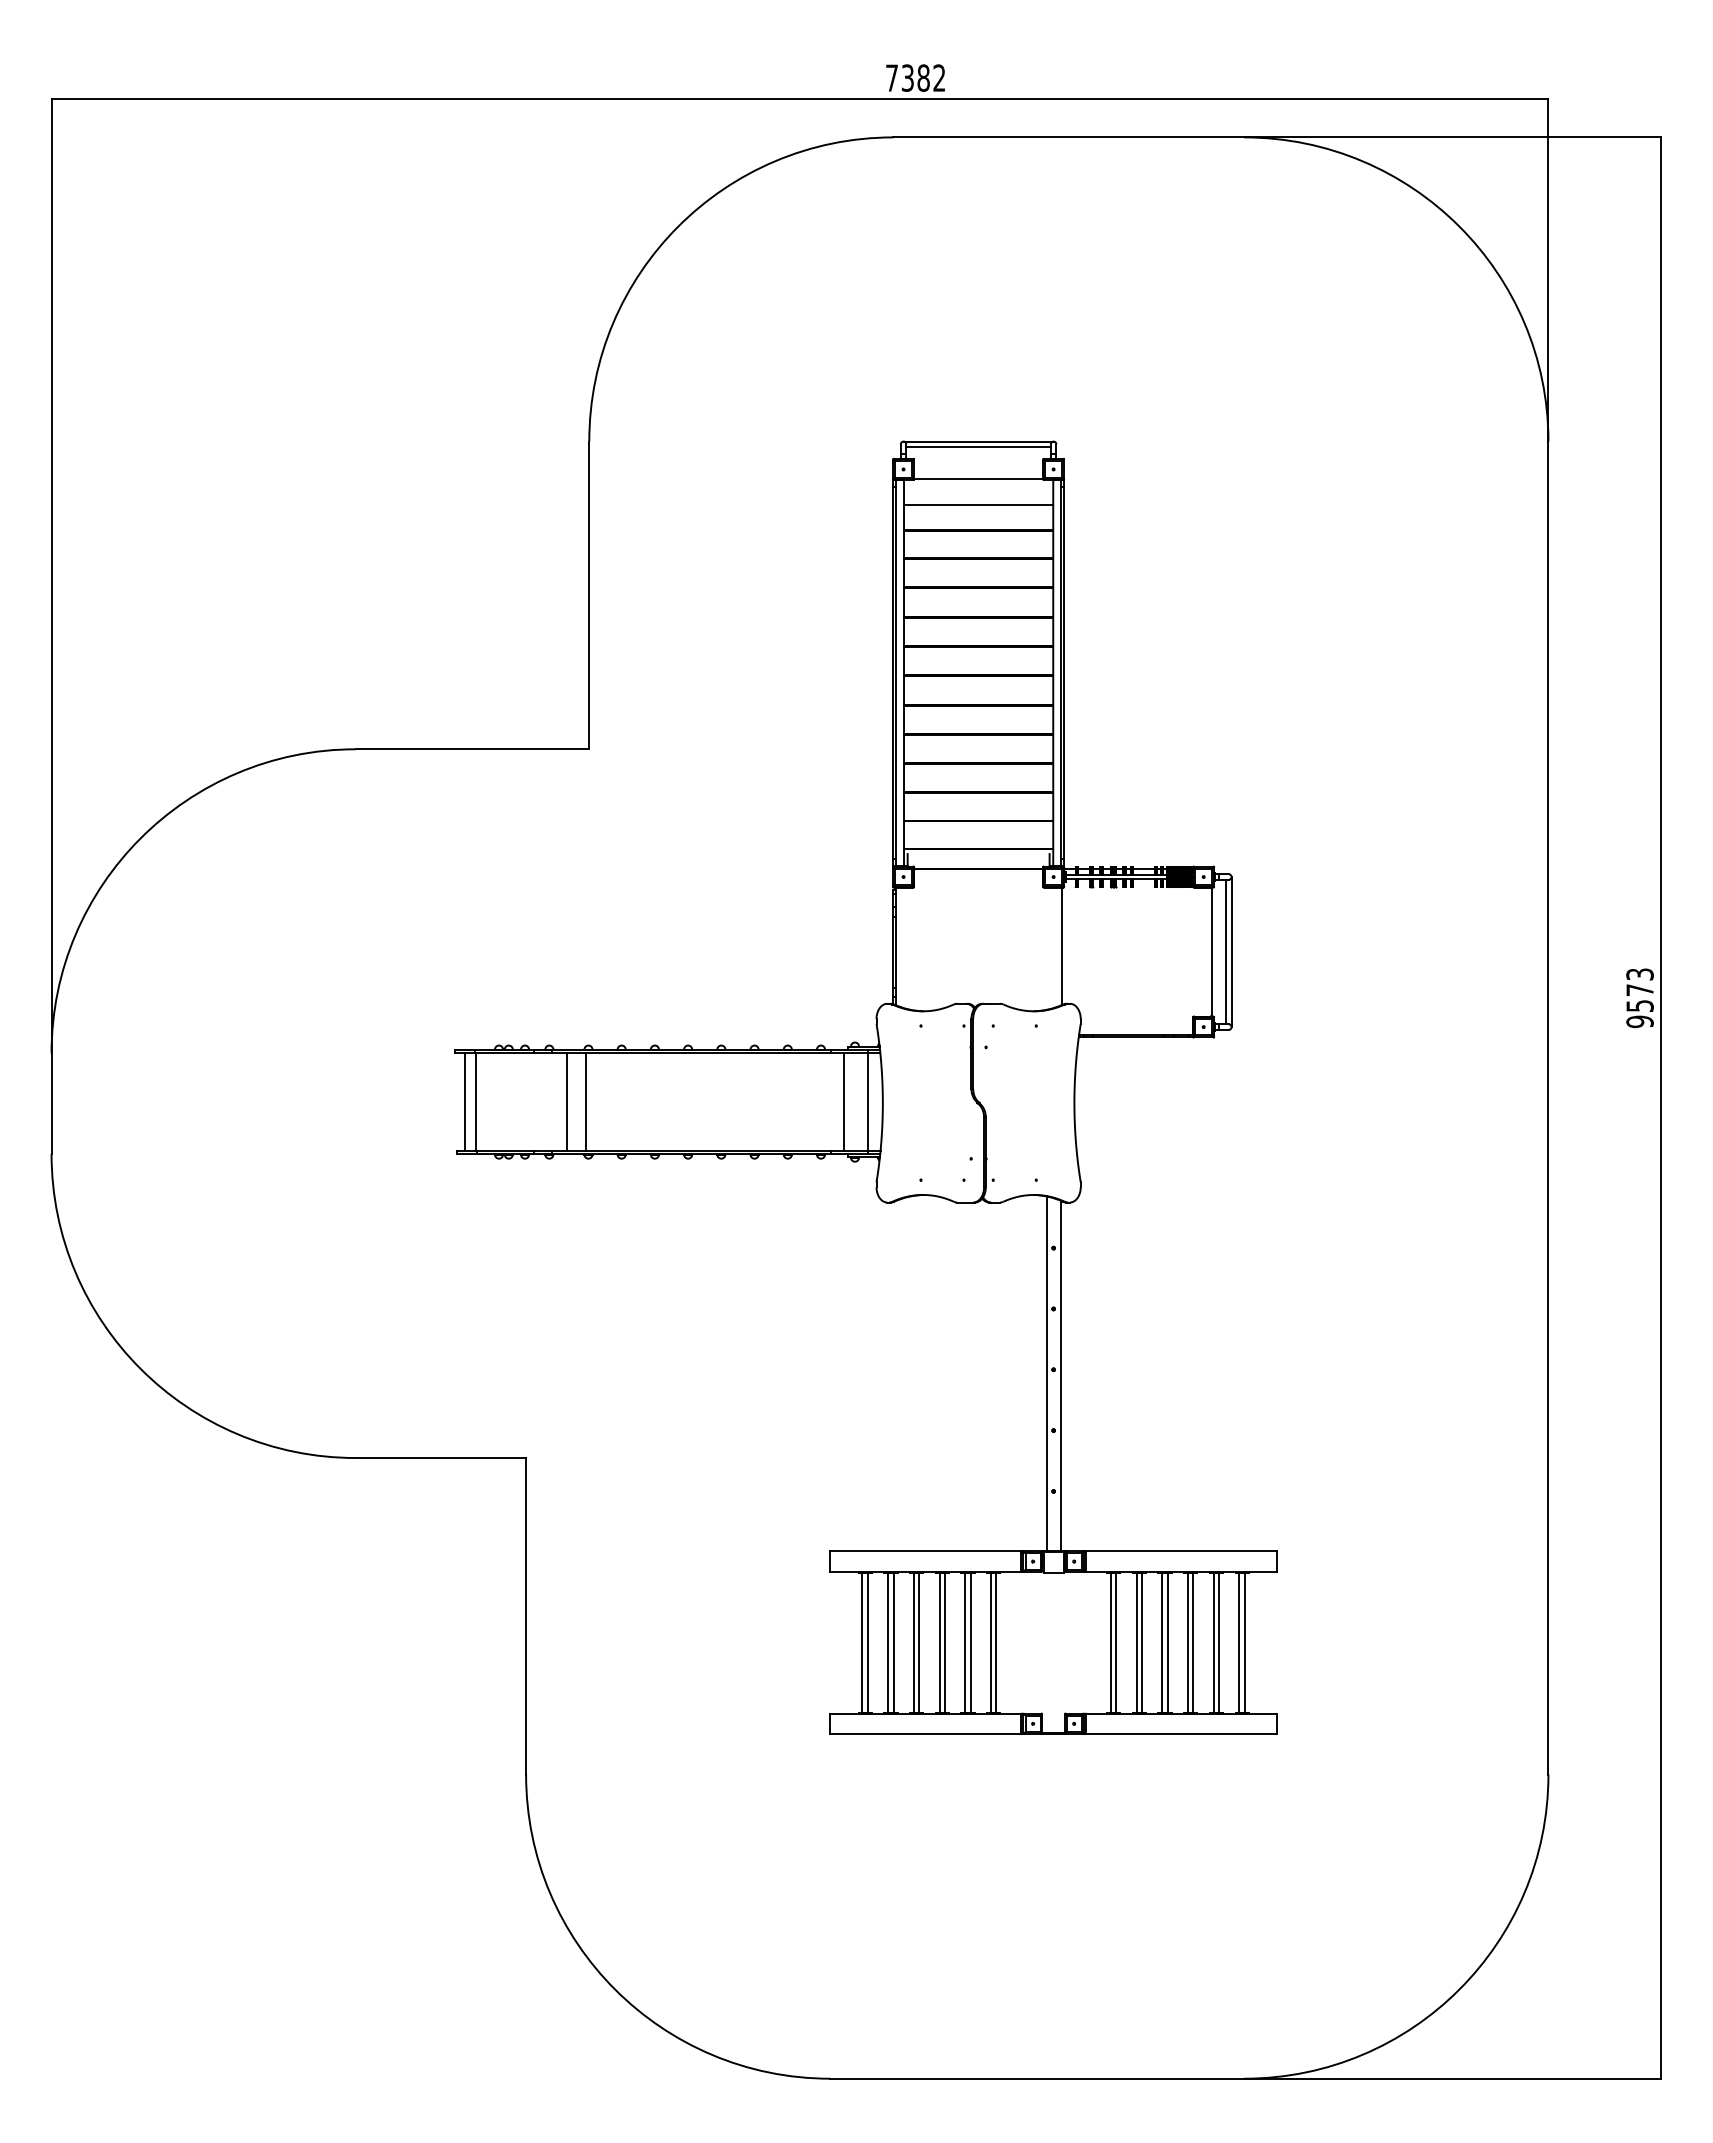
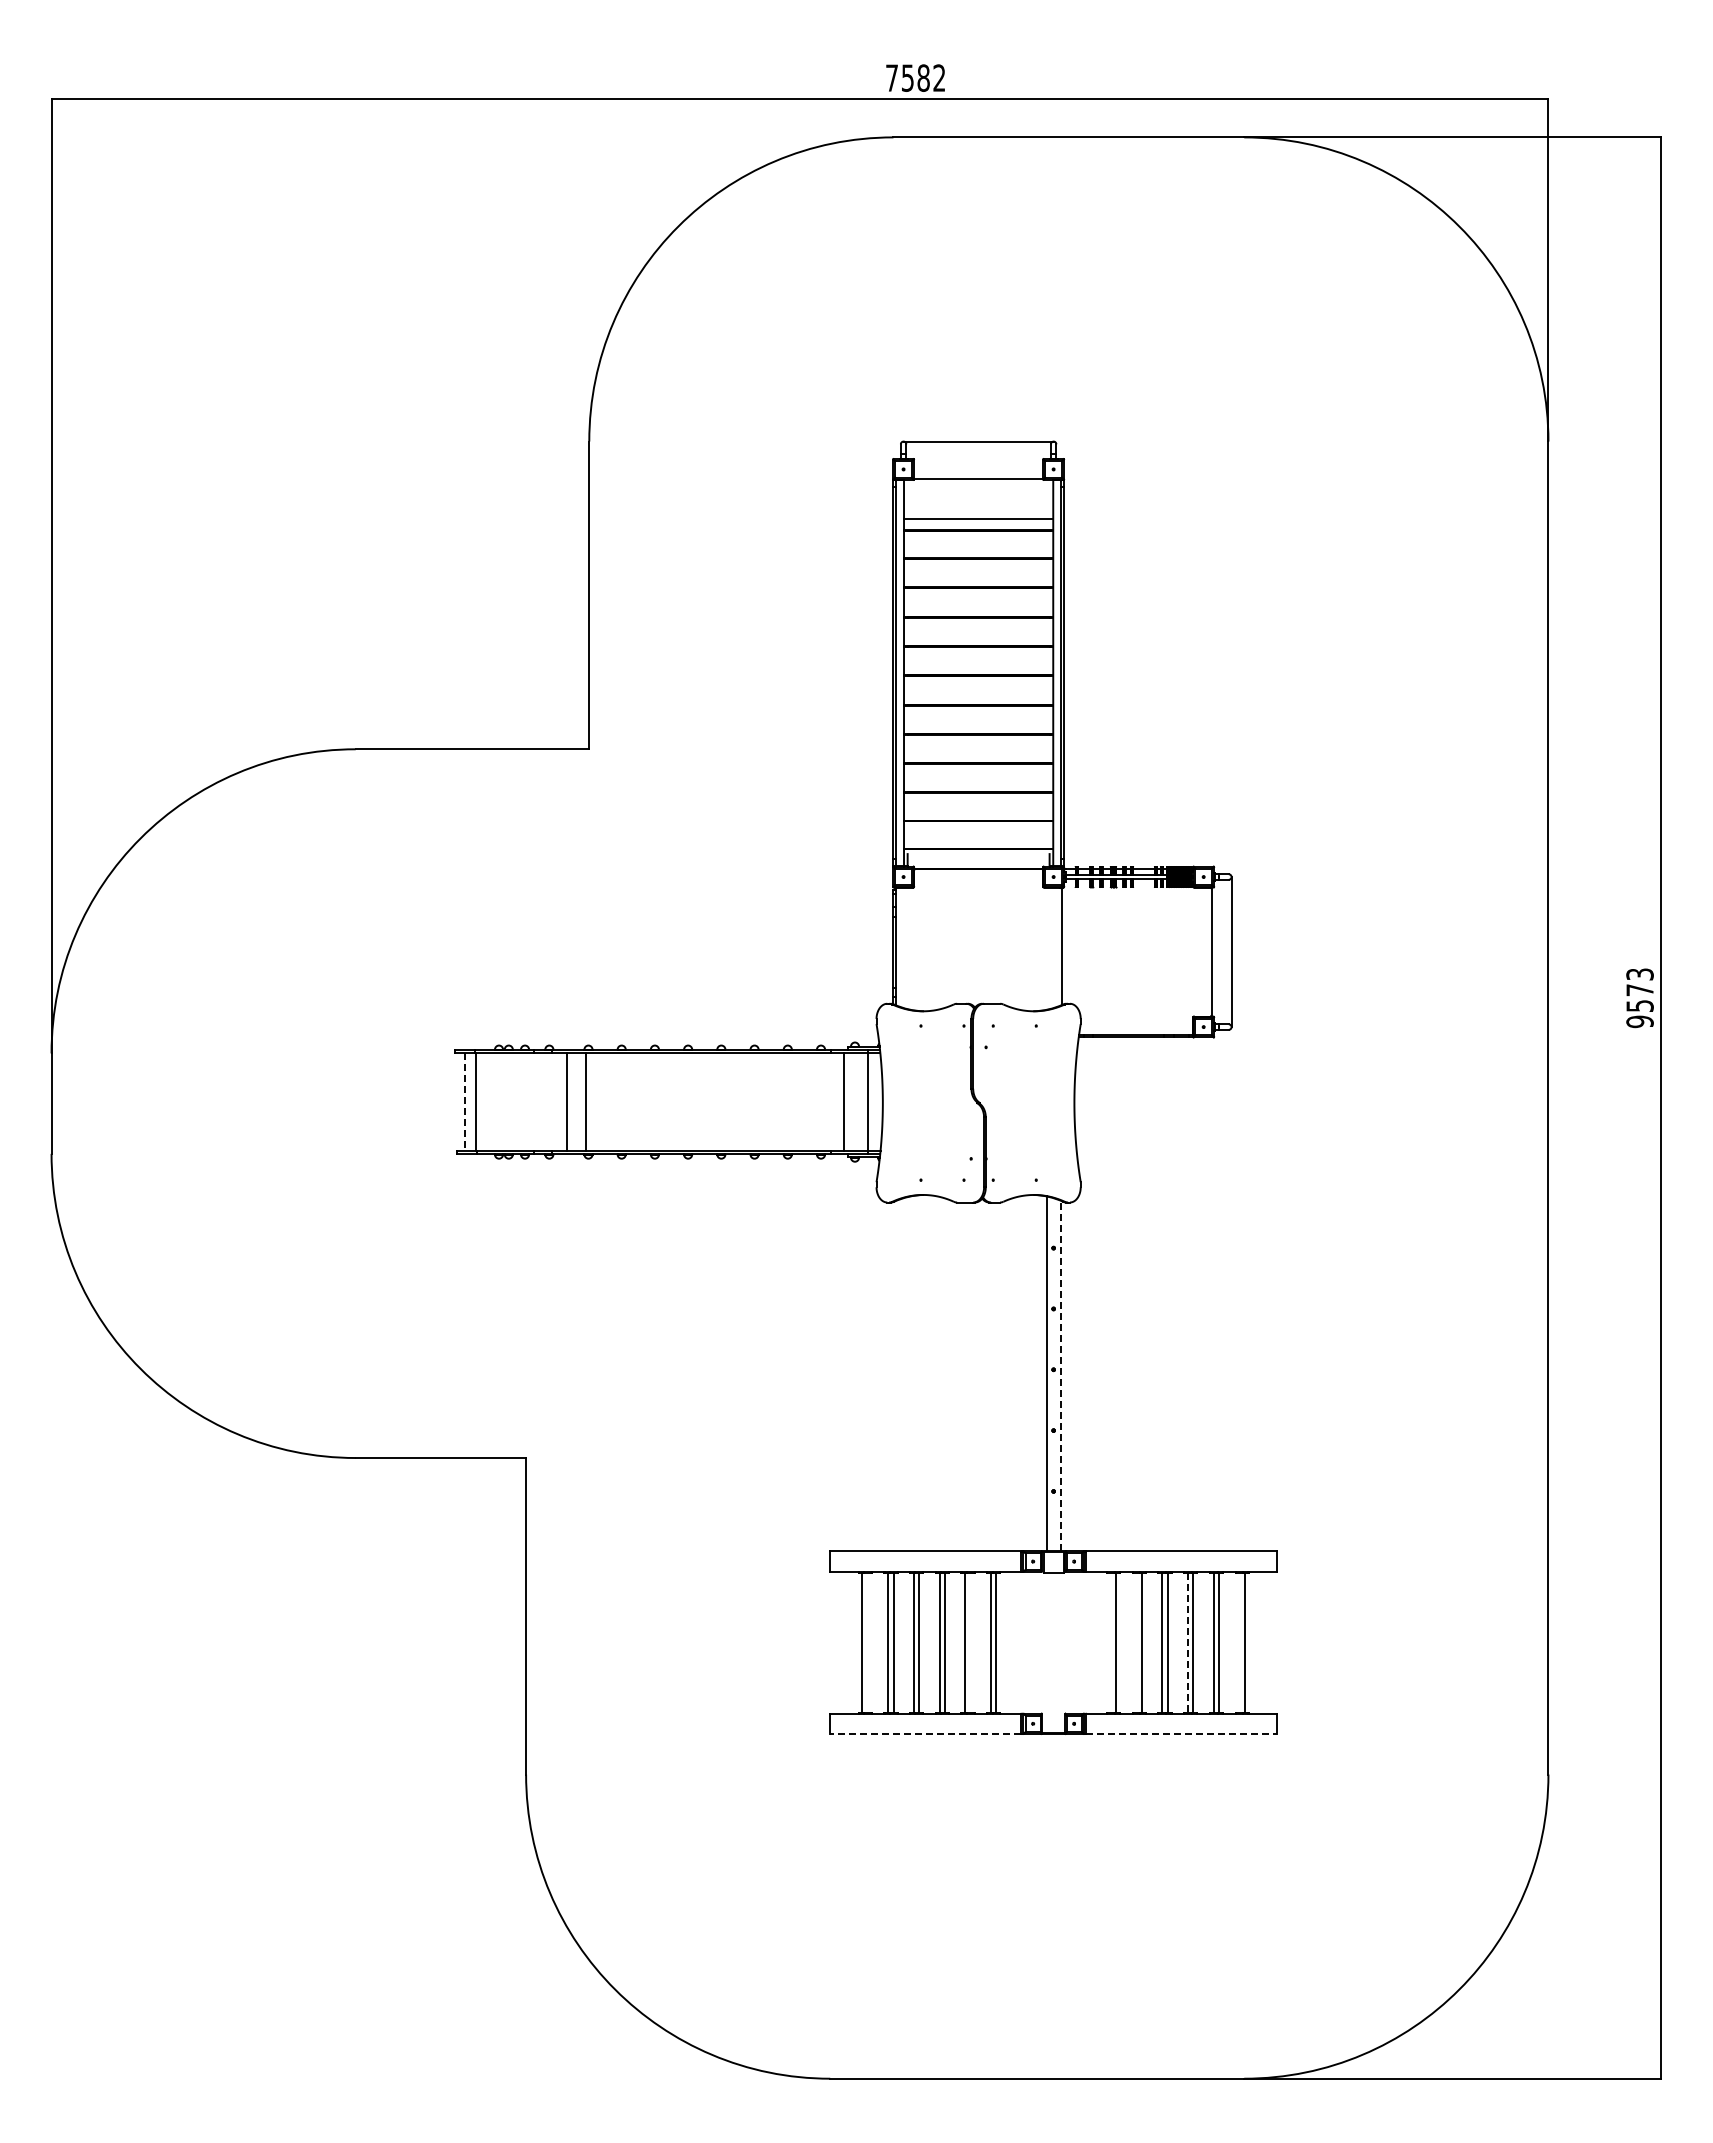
text at (907, 77): 7382 -> 7582
line at (978, 447): present -> none
line at (978, 505) position: (978, 505) -> (978, 519)
line at (1226, 951): present -> none
line at (465, 1102): solid -> dashed
line at (1060, 1375): solid -> dashed
line at (867, 1642): present -> none
line at (970, 1642): present -> none
line at (1110, 1642): present -> none
line at (1136, 1642): present -> none
line at (1239, 1642): present -> none
line at (1188, 1643): solid -> dashed
line at (925, 1733): solid -> dashed
line at (1181, 1733): solid -> dashed
